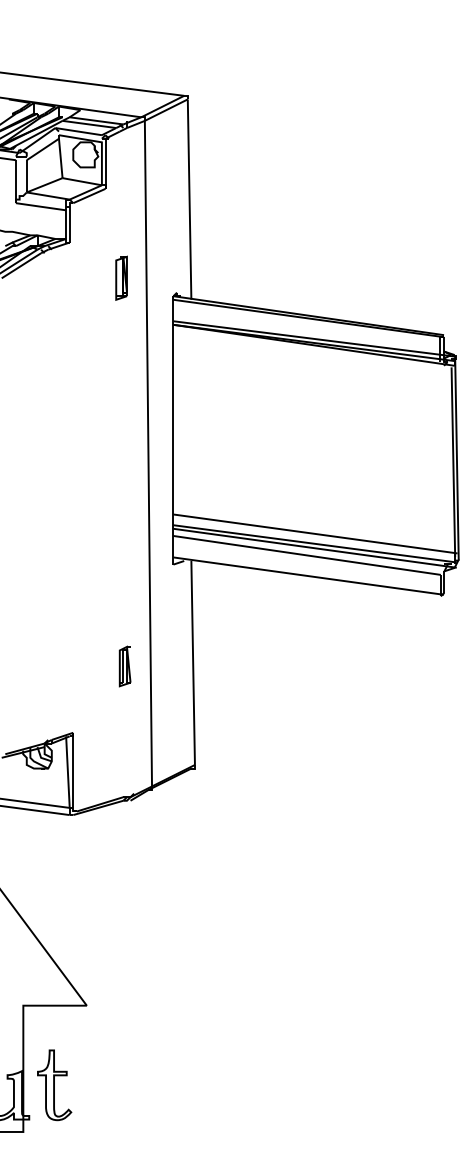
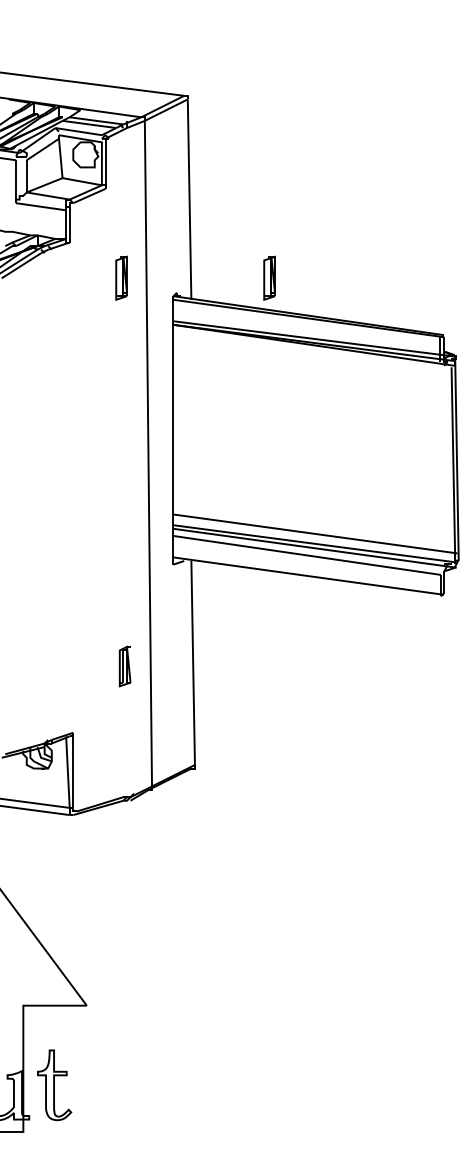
part at (269, 277): none -> present
